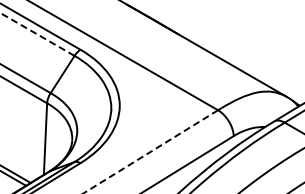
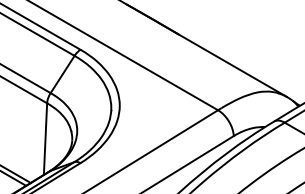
line at (37, 34): dashed -> solid
line at (150, 152): dashed -> solid
